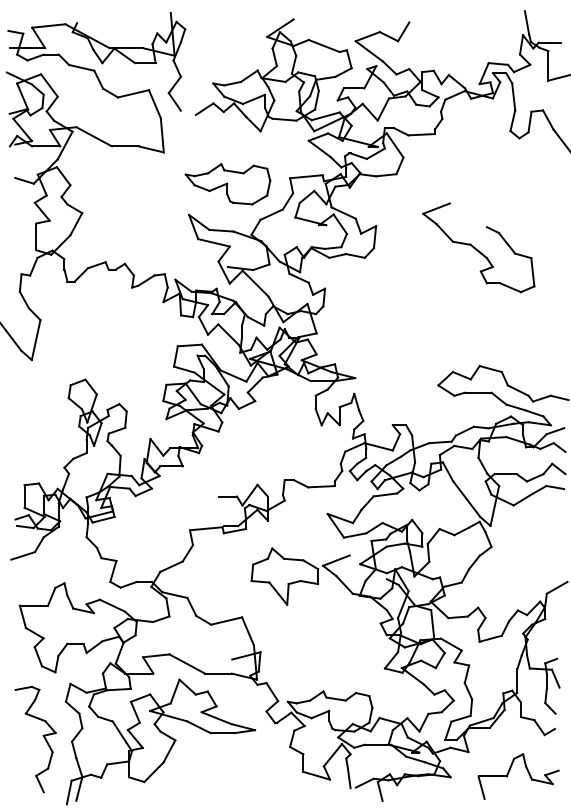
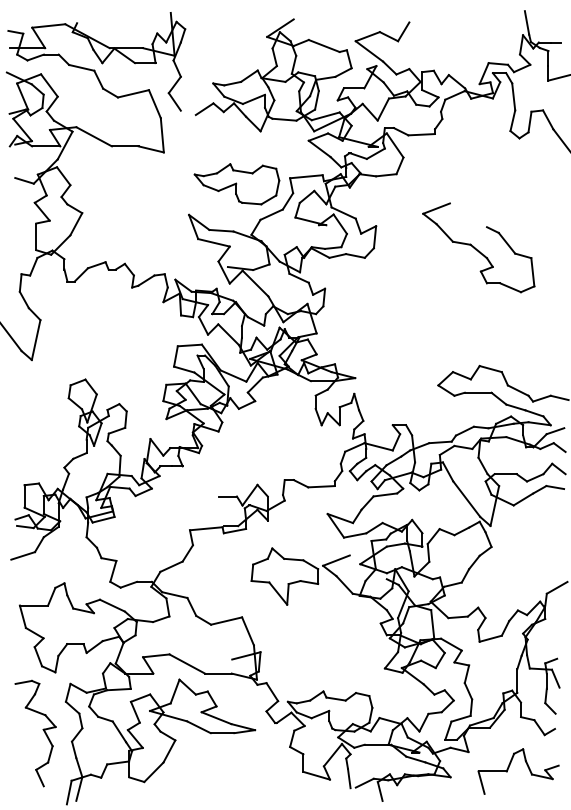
part at (227, 184) position: (227, 184) -> (236, 184)
part at (42, 735) position: (42, 735) -> (42, 729)
part at (509, 772) position: (509, 772) -> (509, 767)
